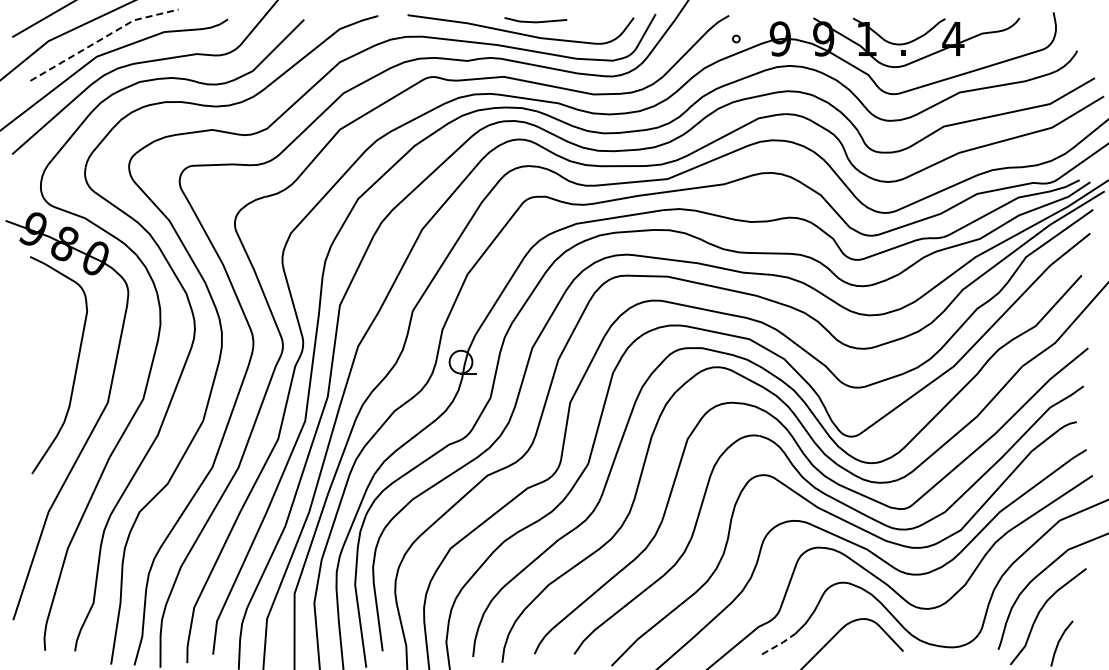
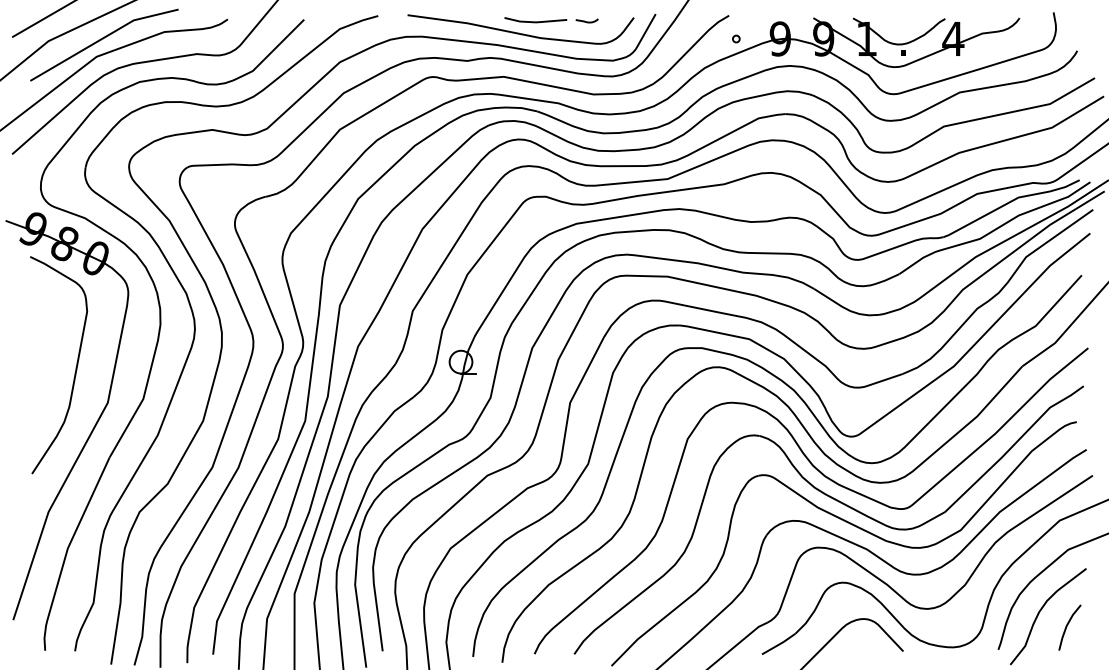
curve at (586, 21): none -> present
line at (102, 38): dashed -> solid
curve at (1059, 643) position: (1059, 643) -> (1067, 627)
line at (779, 644): dashed -> solid
